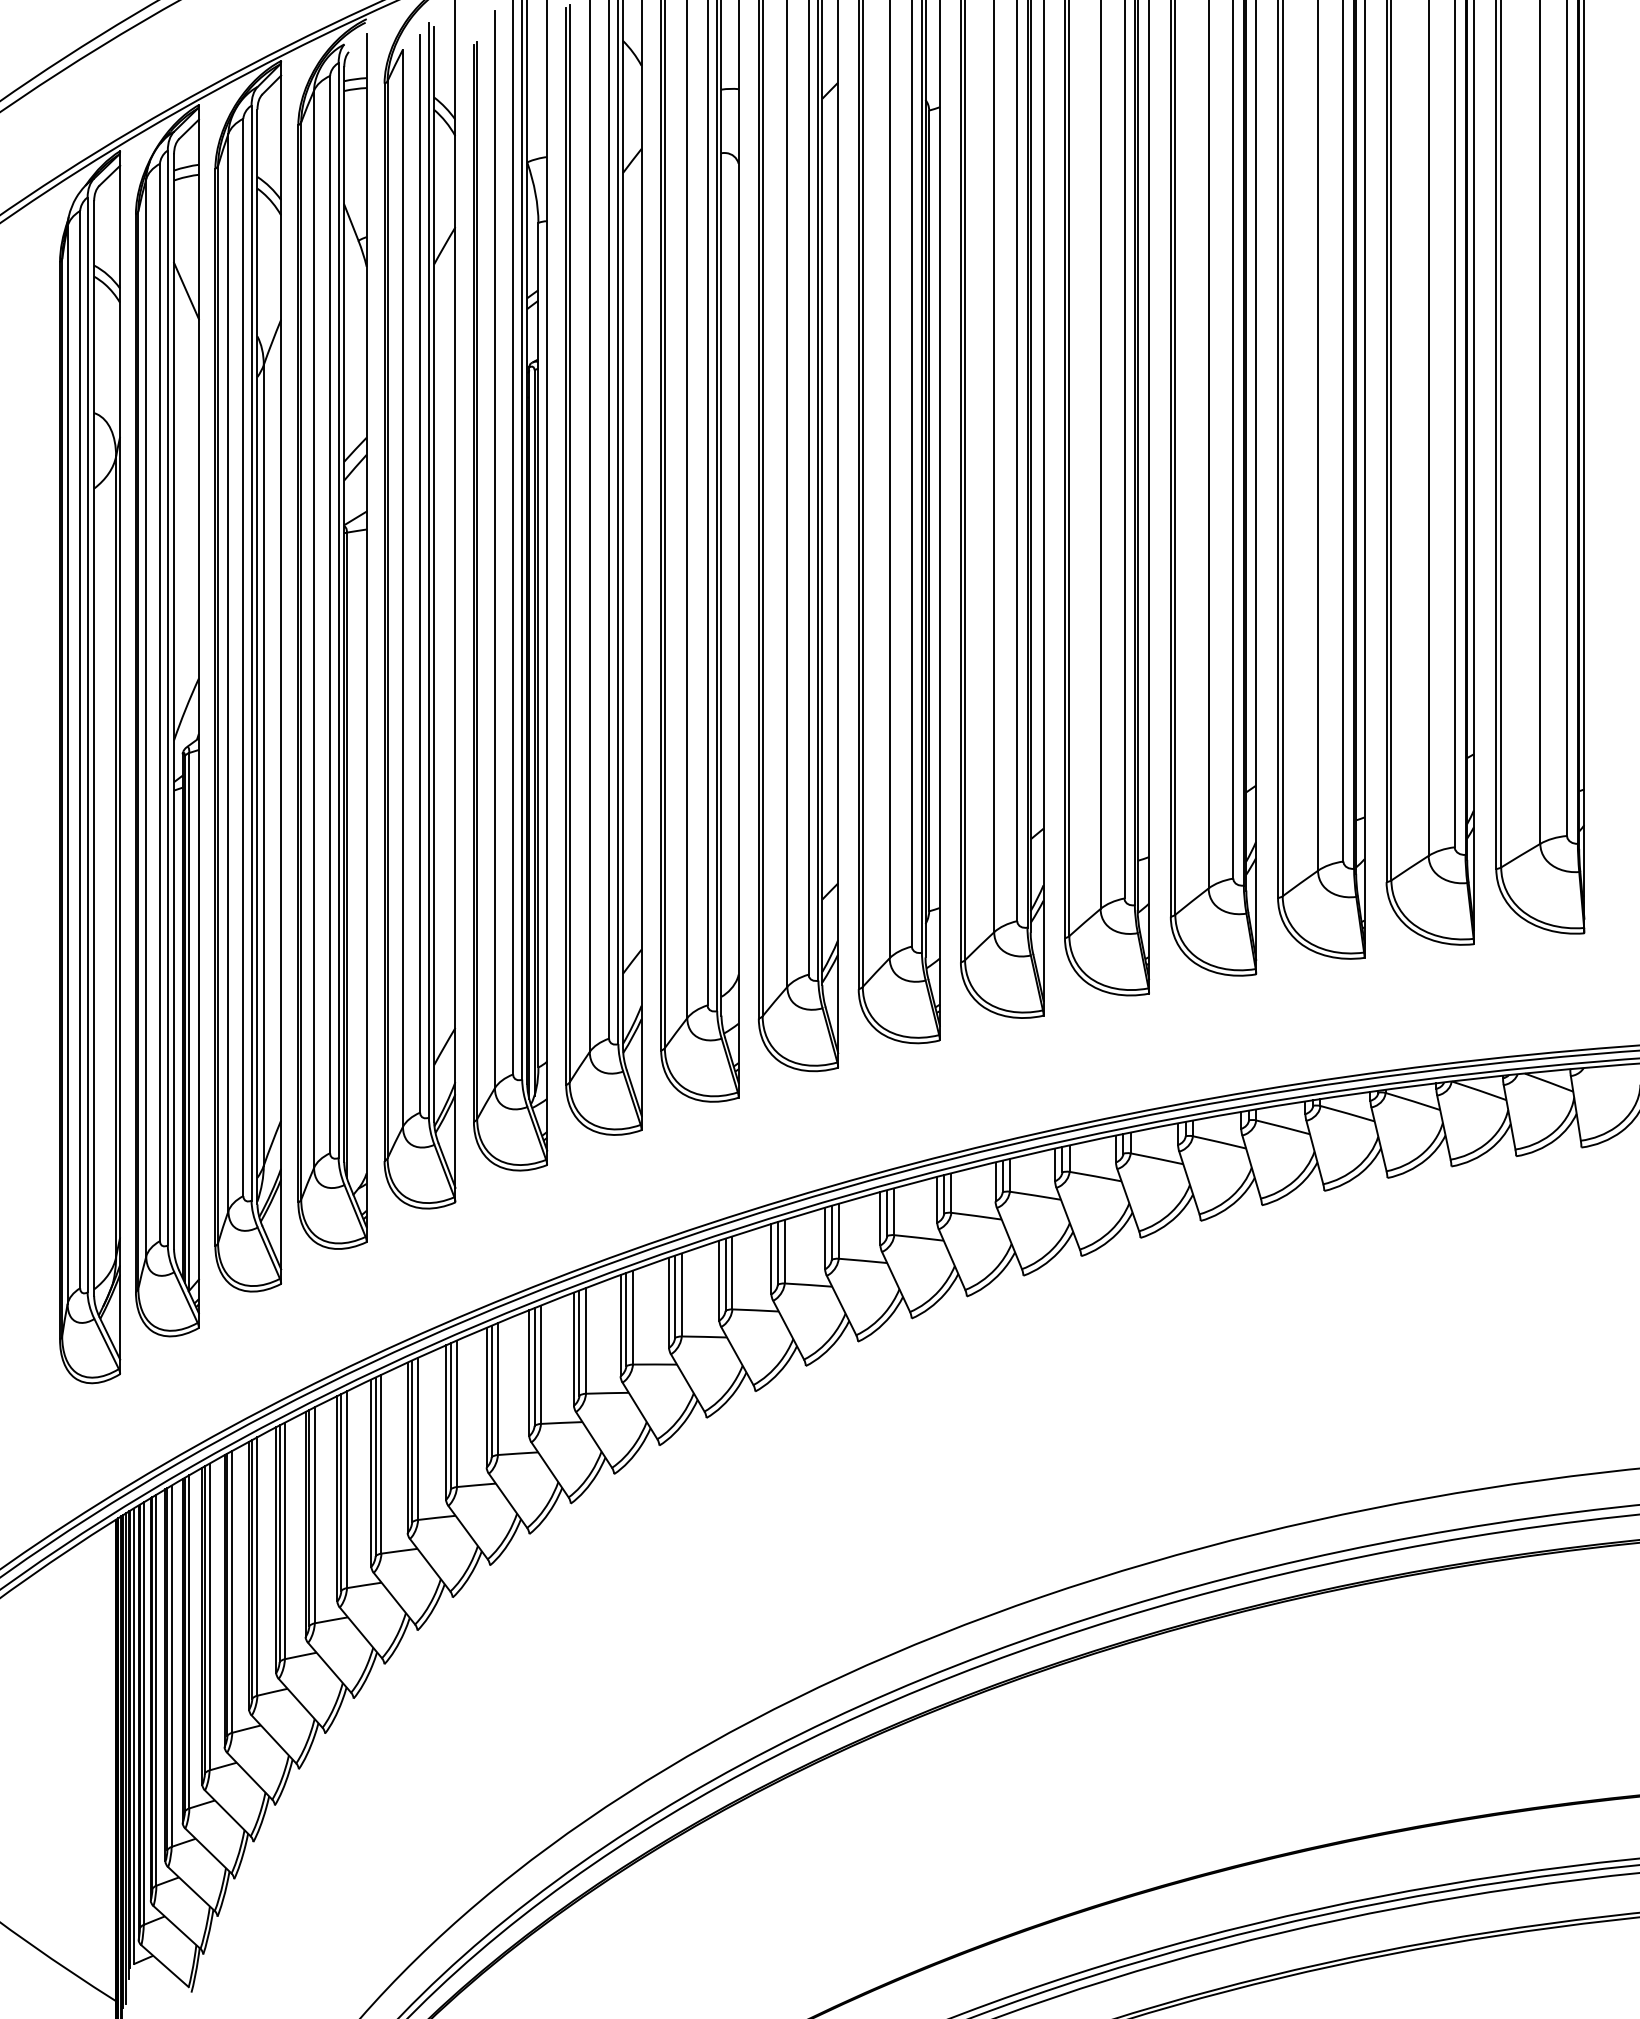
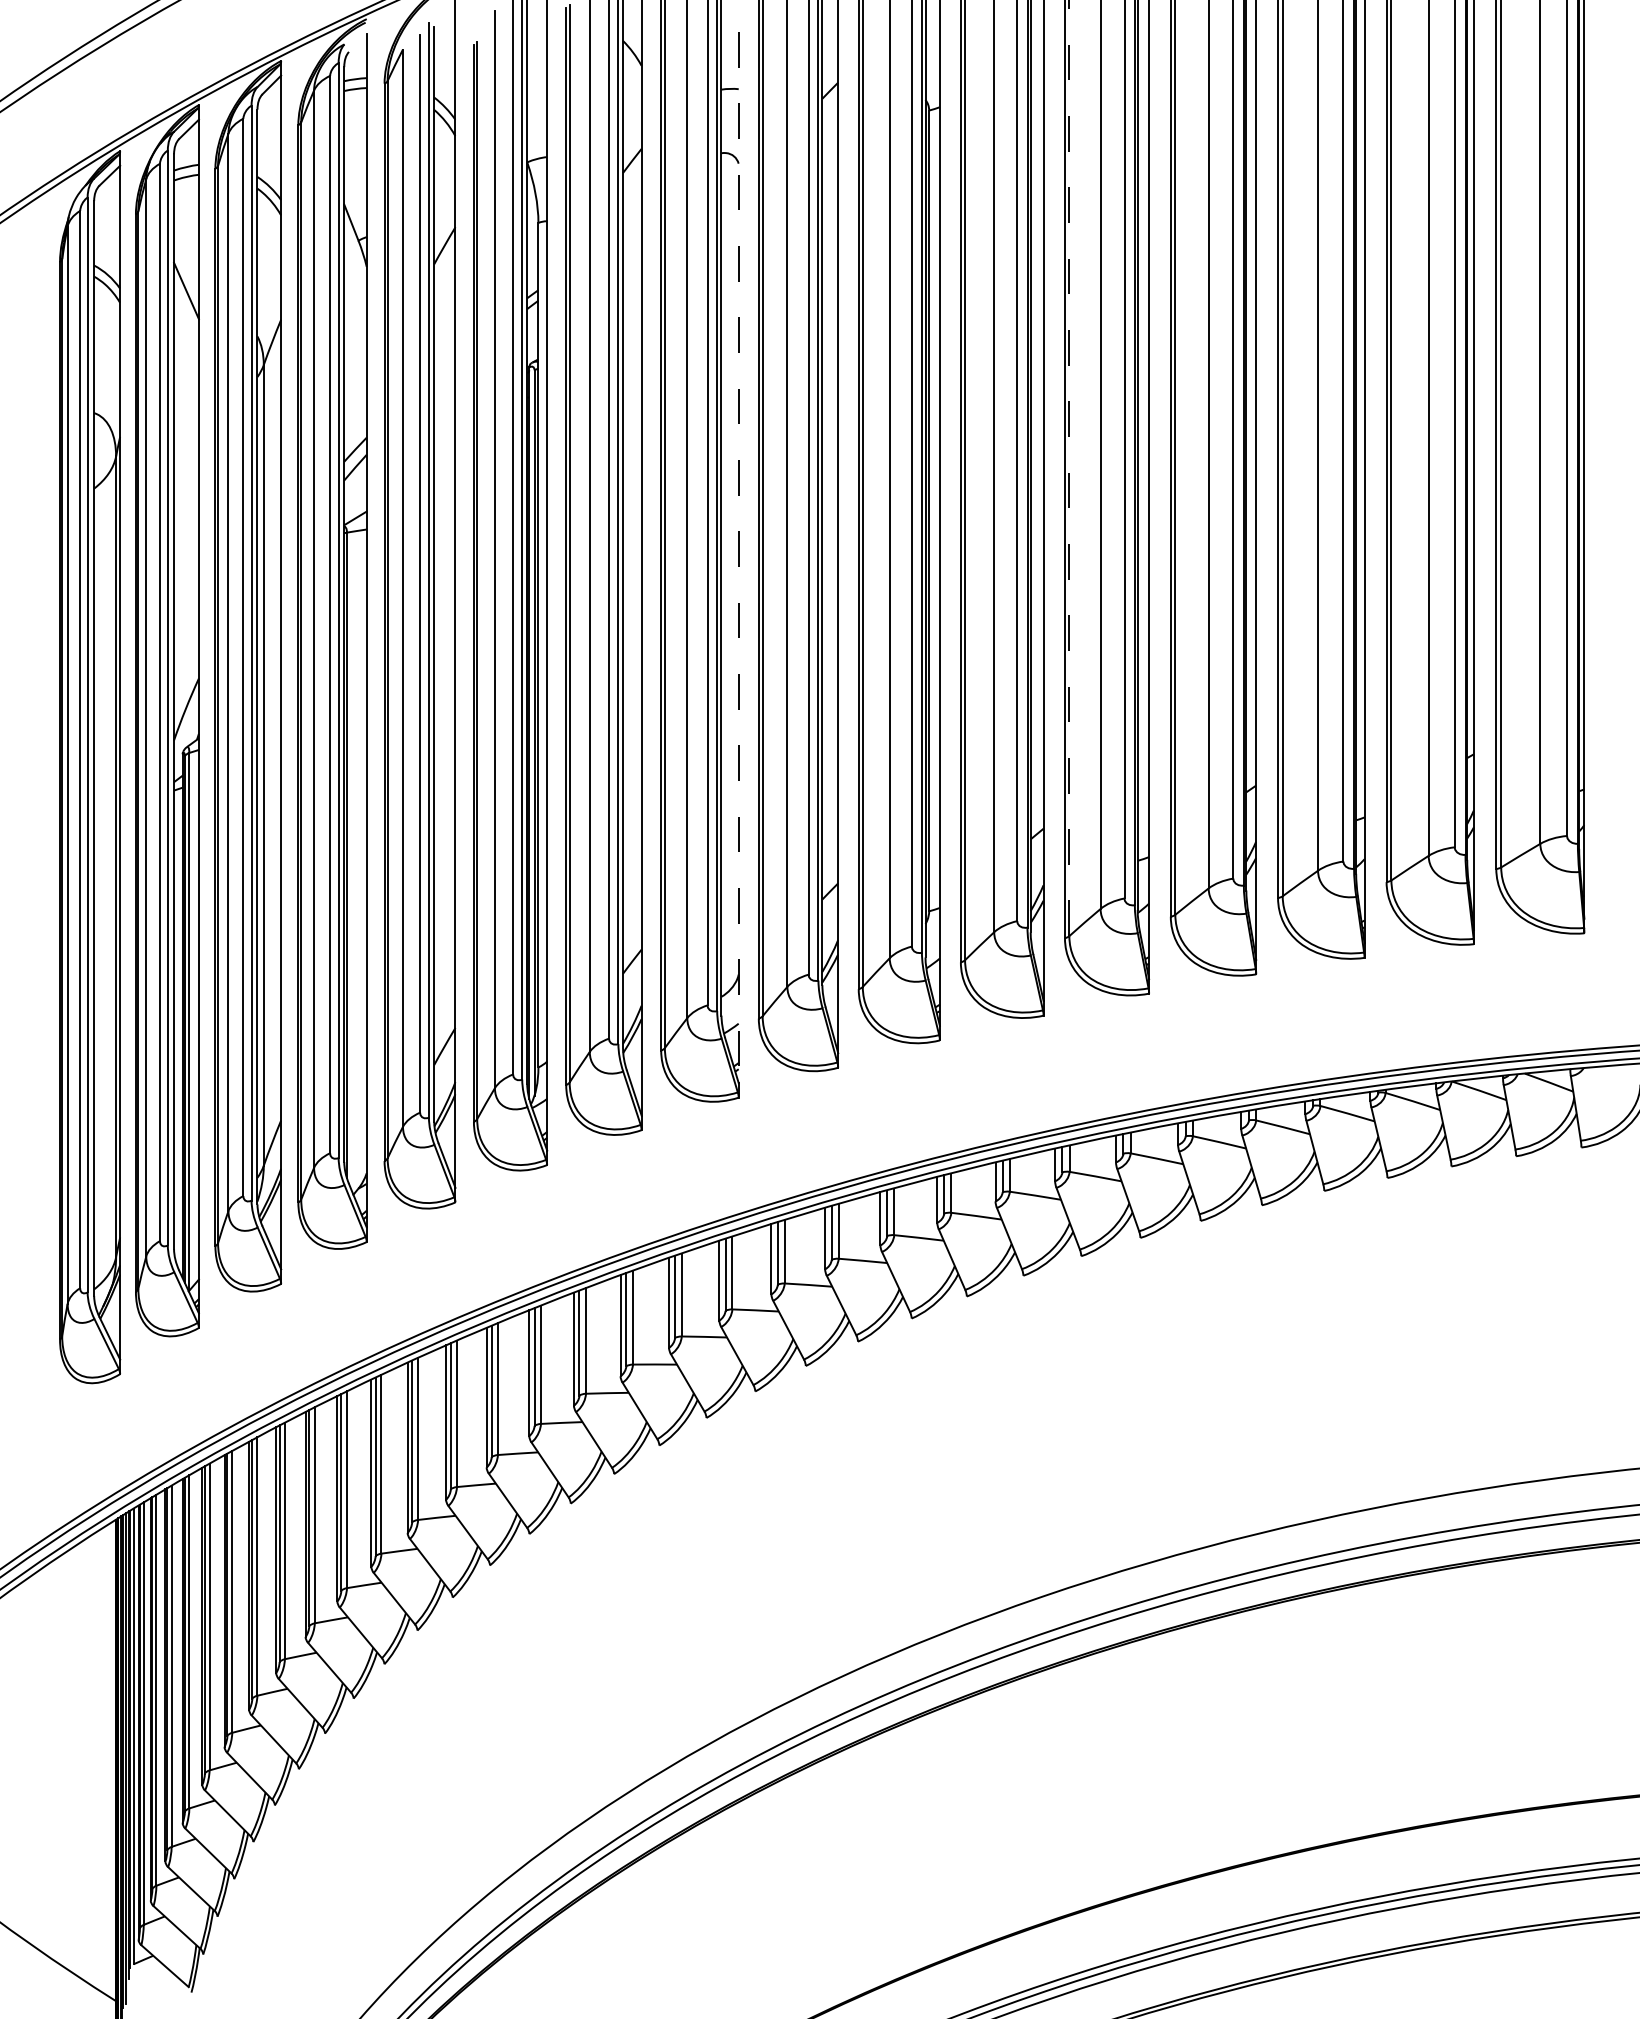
line at (1069, 468): solid -> dashed
line at (738, 542): solid -> dashed
